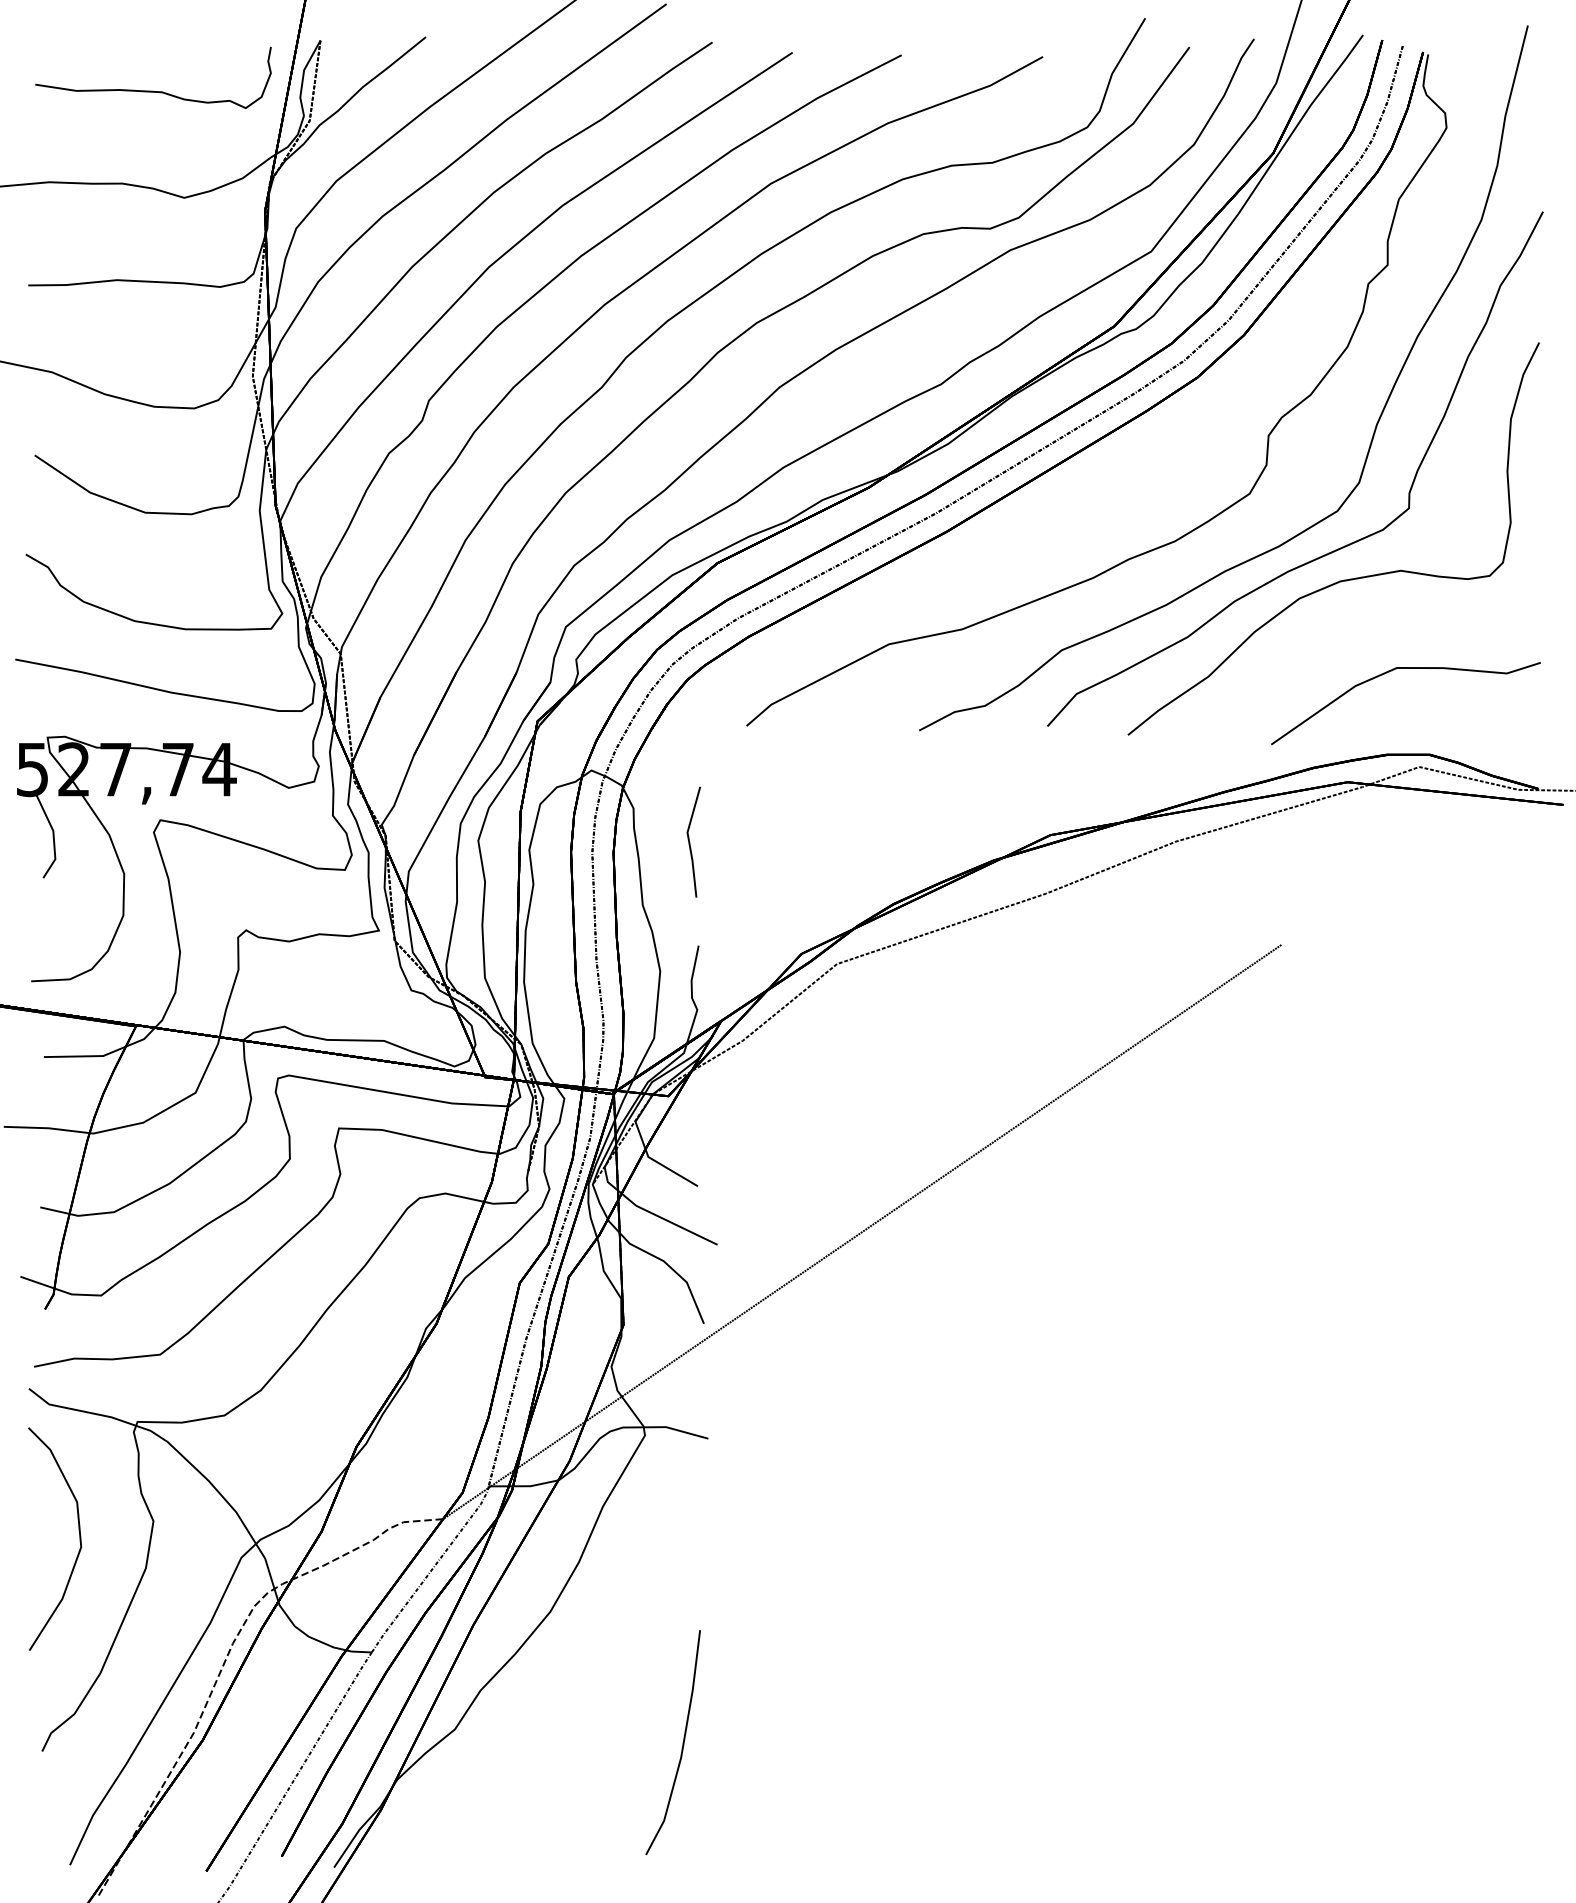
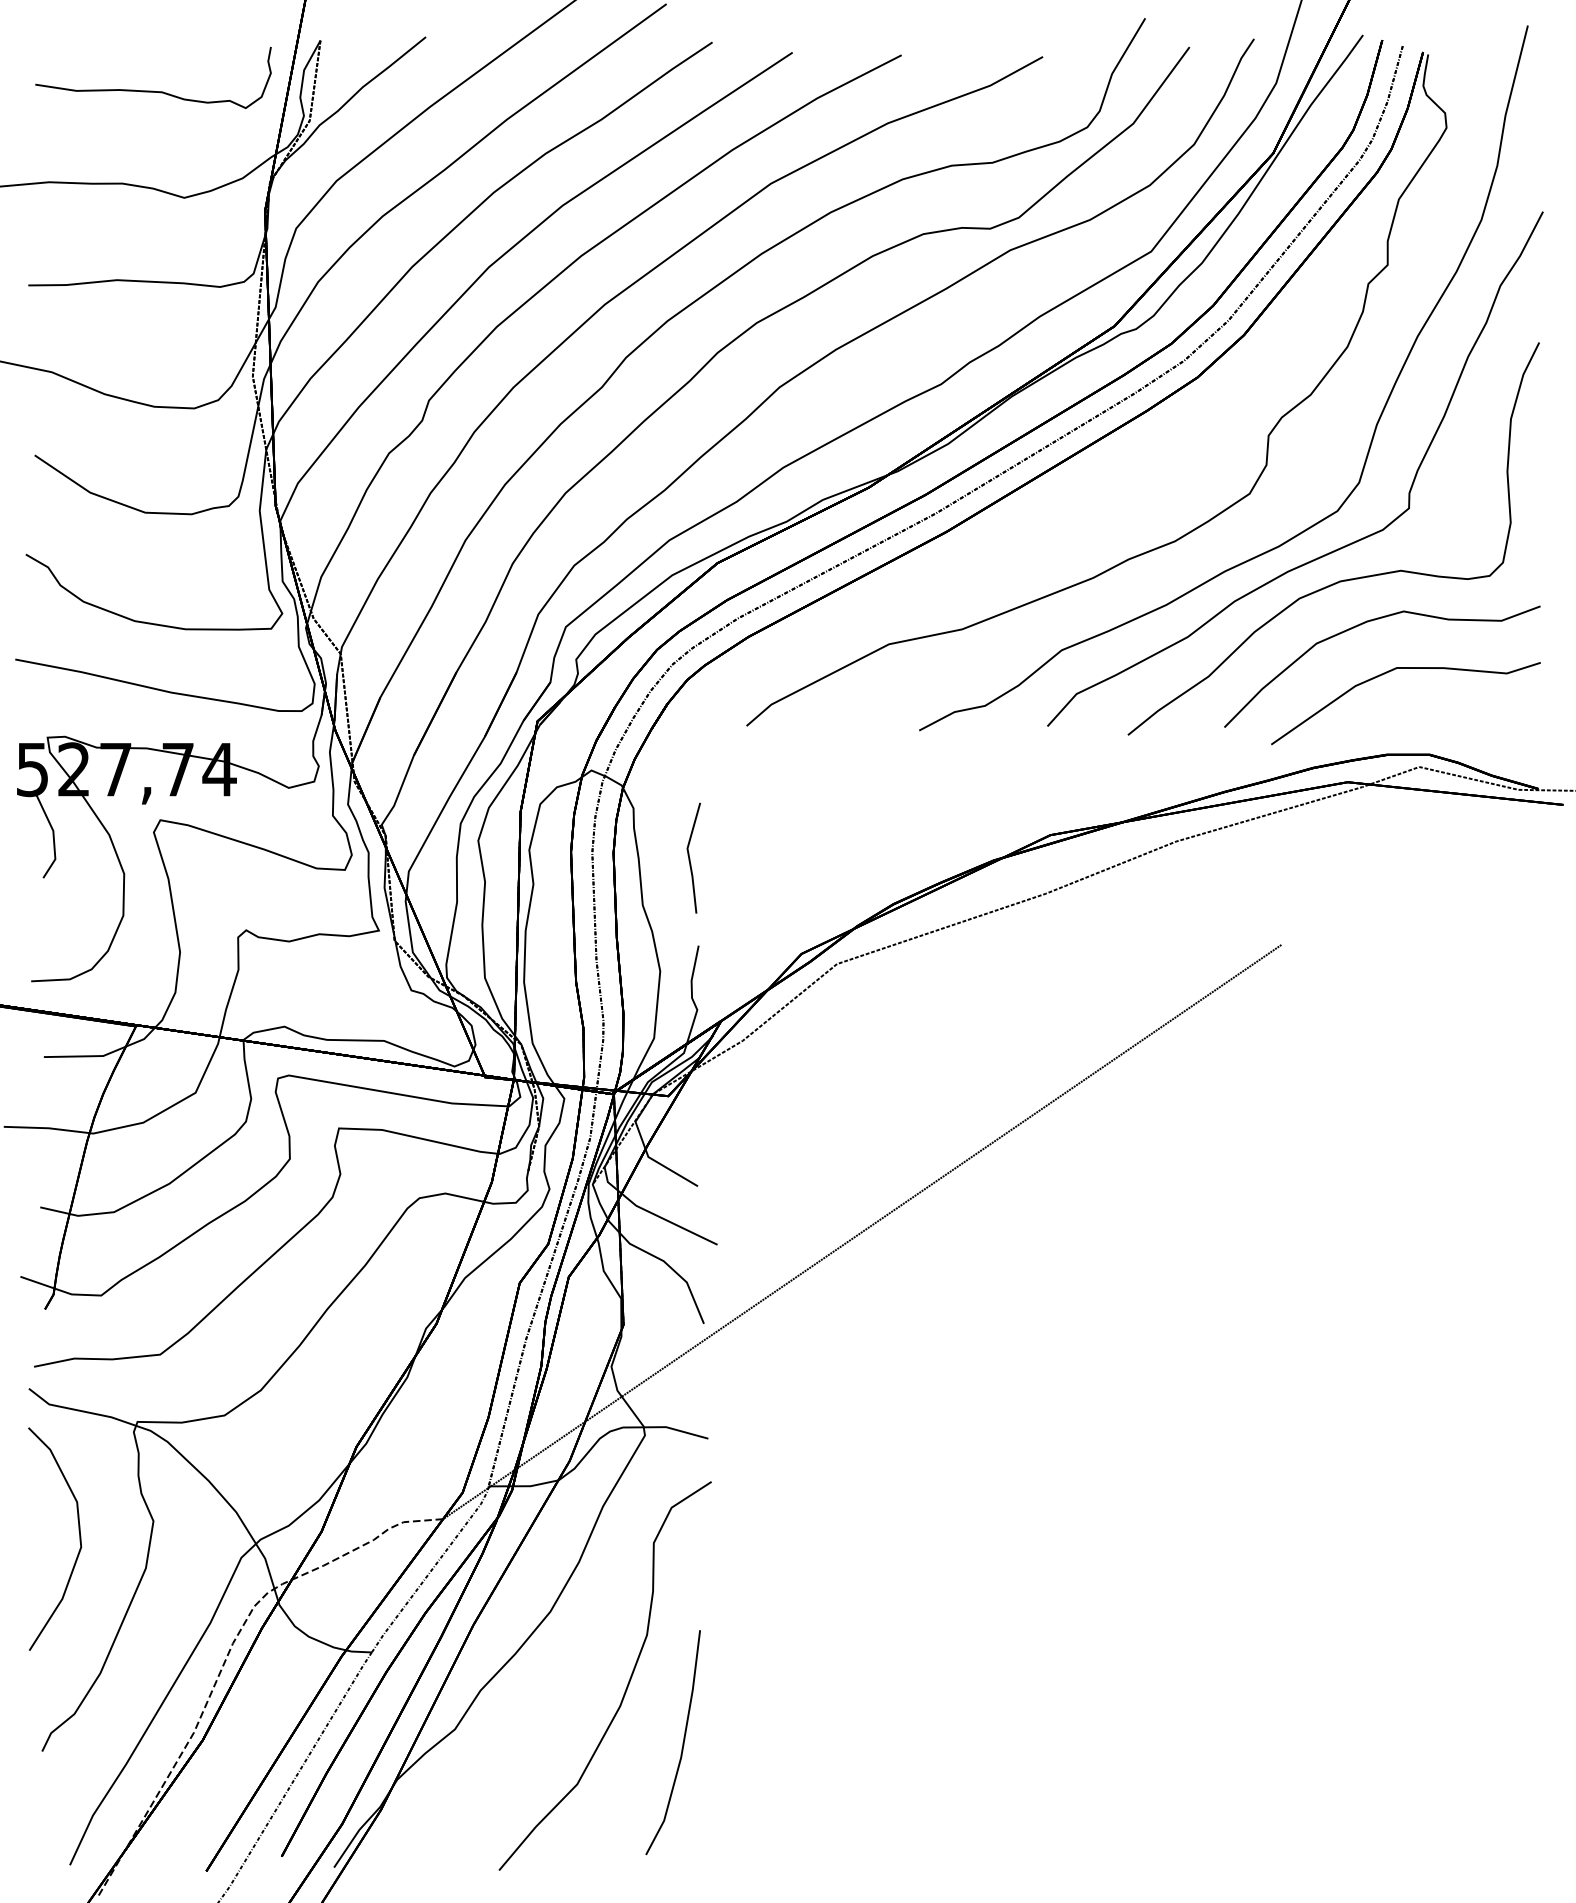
curve at (1363, 624): none -> present
line at (690, 842) position: (690, 842) -> (690, 858)
curve at (627, 1683): none -> present
